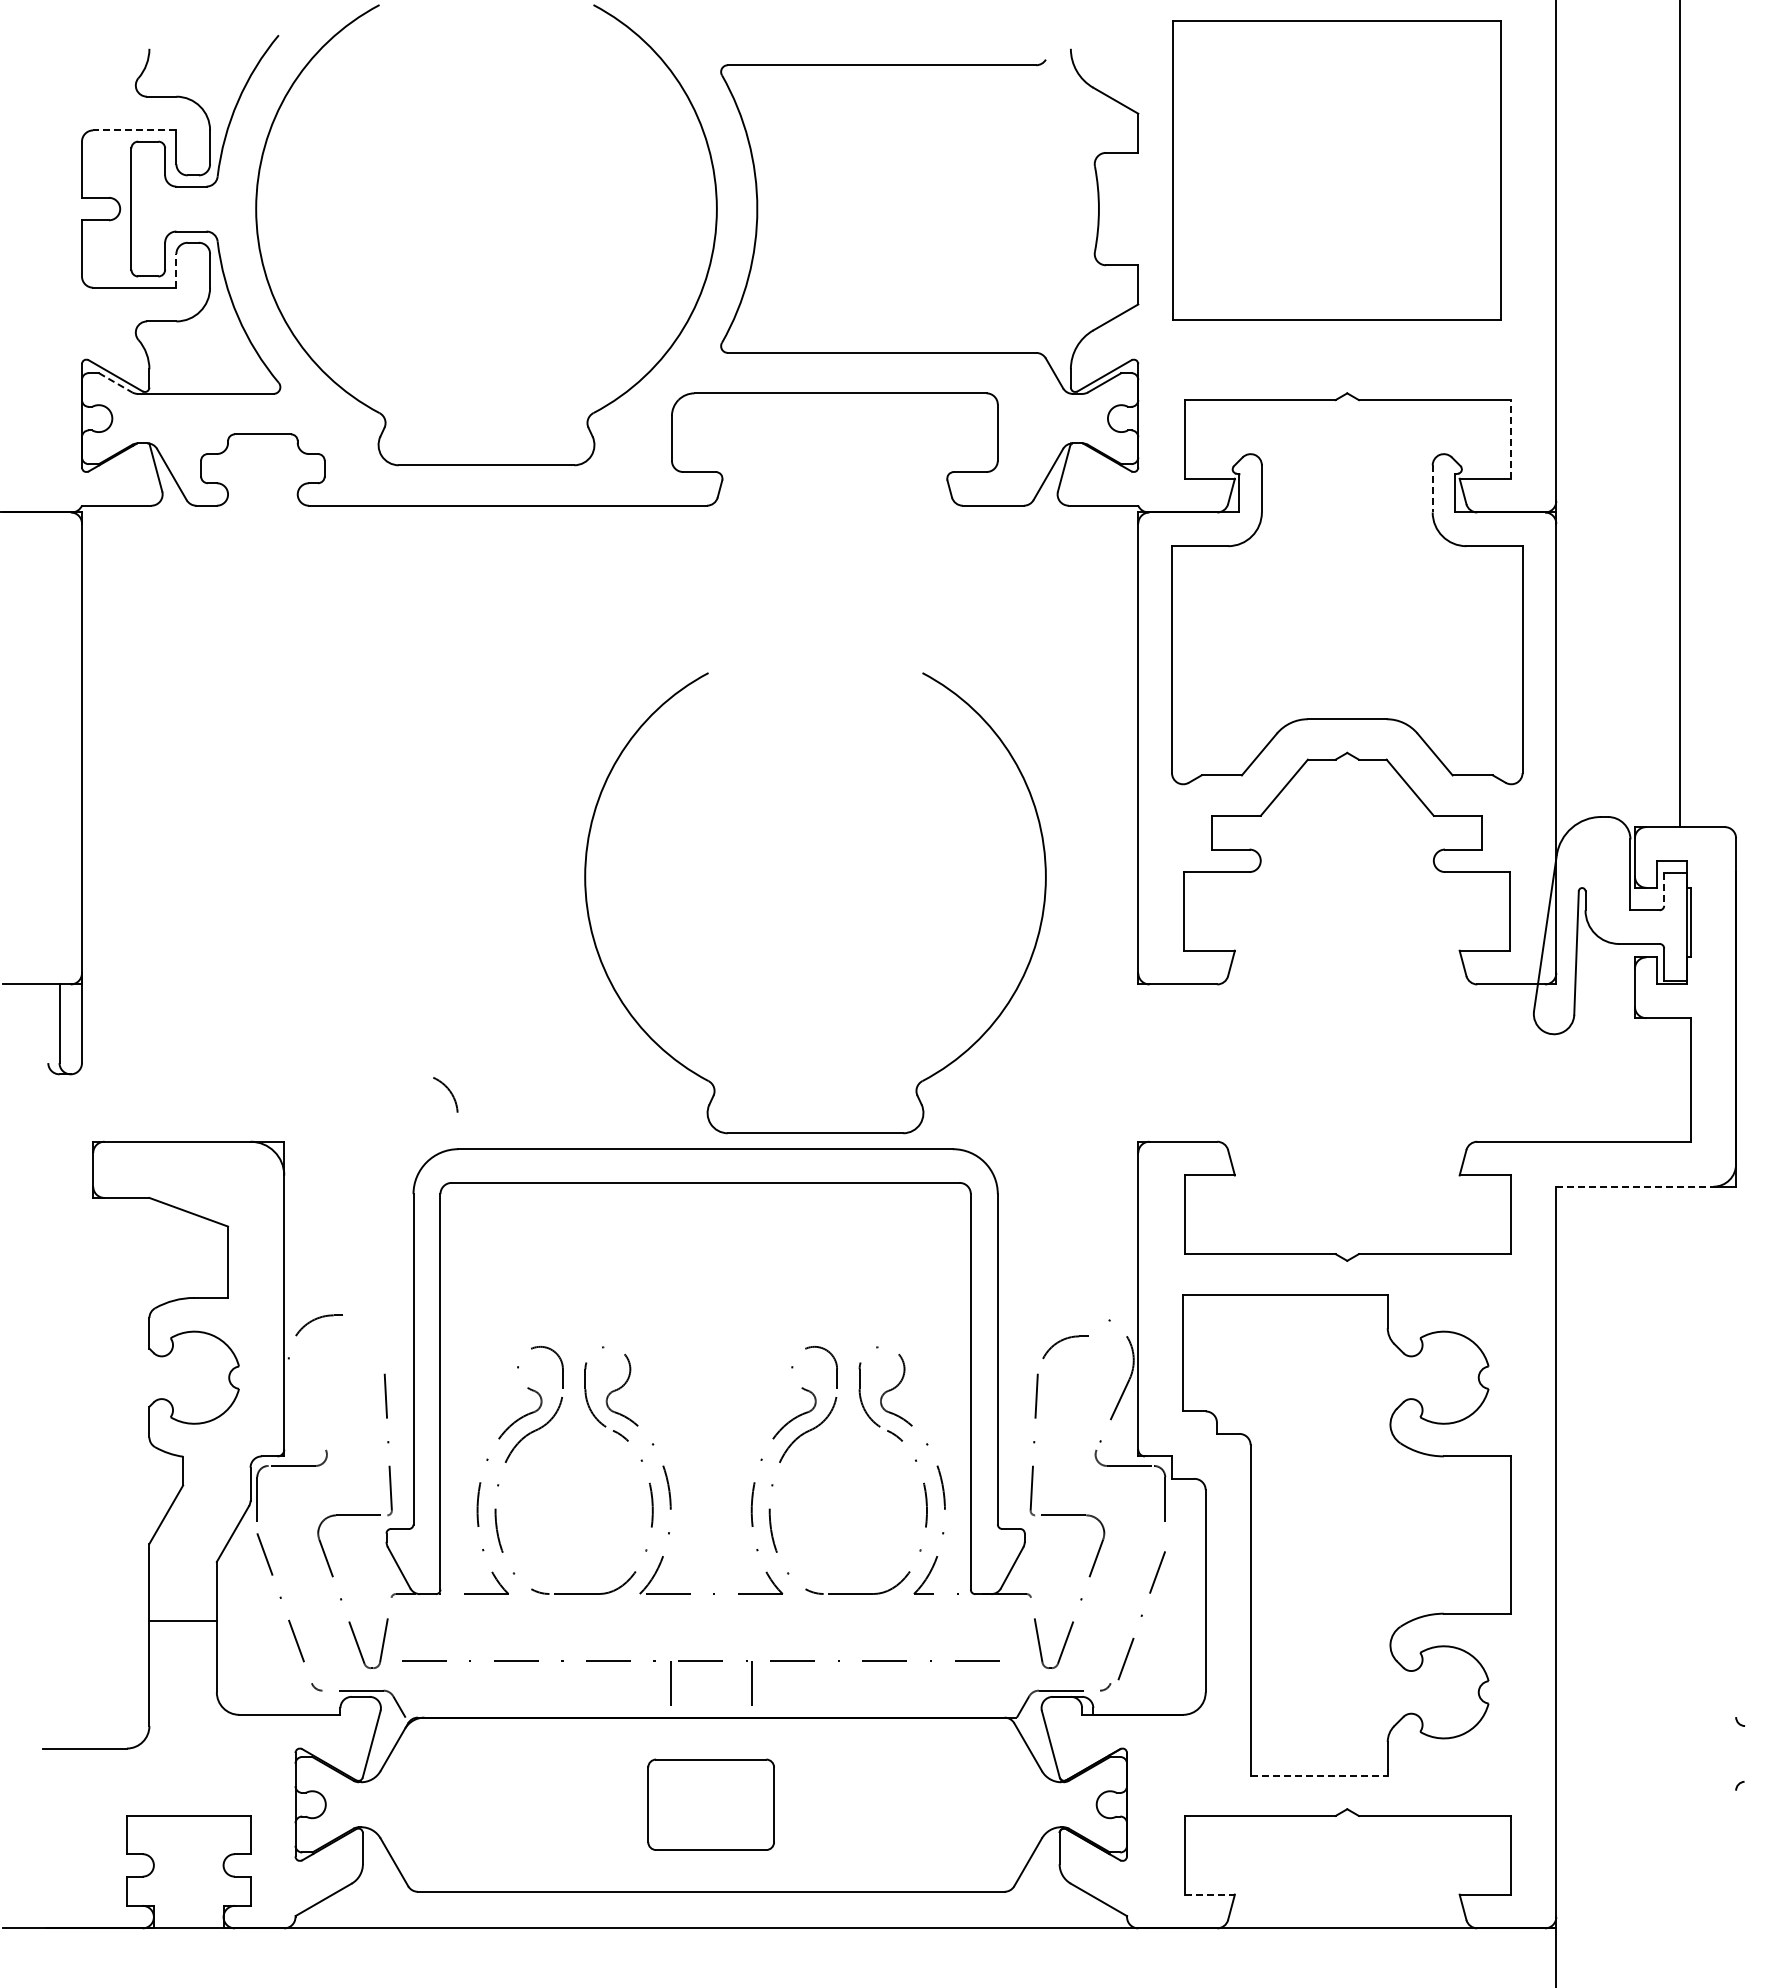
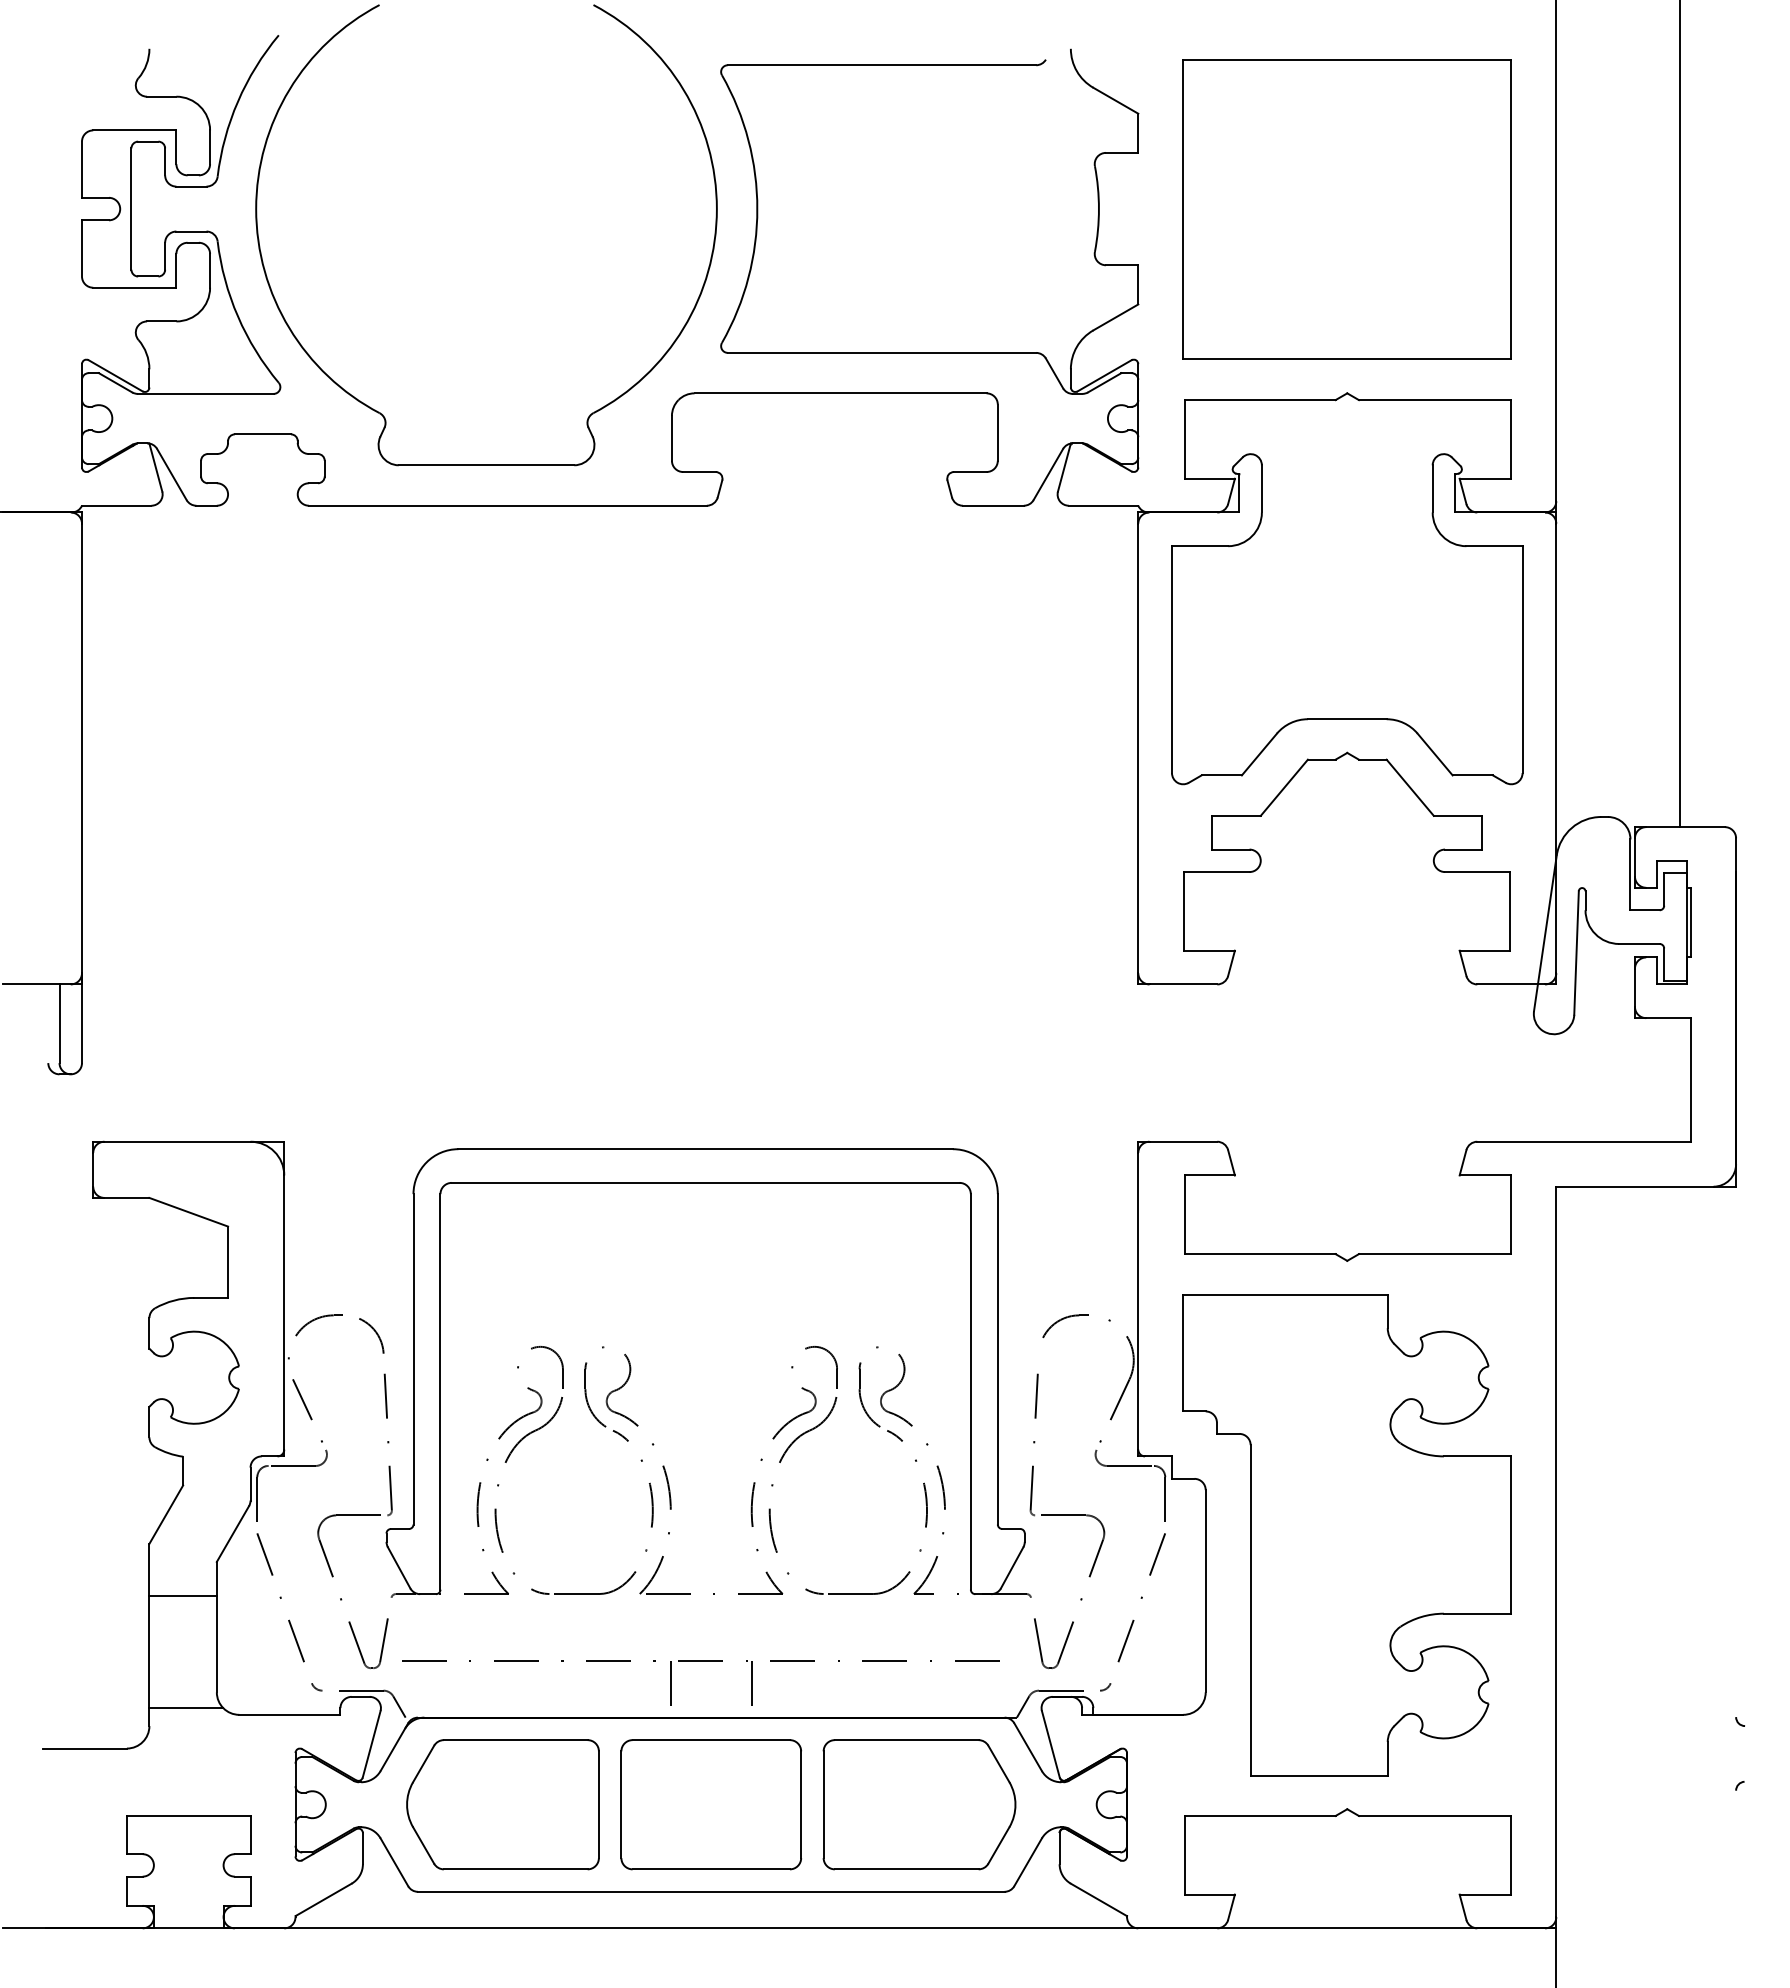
line at (134, 130): dashed -> solid
part at (1336, 170) position: (1336, 170) -> (1346, 209)
line at (176, 270): dashed -> solid
line at (115, 383): dashed -> solid
line at (1511, 438): dashed -> solid
line at (1432, 488): dashed -> solid
line at (1664, 889): dashed -> solid
part at (706, 1078): present -> none
arc at (449, 1092) position: (449, 1092) -> (375, 1333)
line at (1634, 1186): dashed -> solid
part at (1062, 1341) position: (1062, 1341) -> (1062, 1320)
line at (307, 1410): none -> present
line at (1141, 1615) position: (1141, 1615) -> (1141, 1597)
line at (182, 1620) position: (182, 1620) -> (182, 1595)
line at (186, 1708): none -> present
line at (1319, 1775): dashed -> solid
part at (502, 1804): none -> present
part at (710, 1804) size: 128x93 px -> 182x132 px
part at (919, 1804): none -> present
line at (1210, 1894): dashed -> solid
